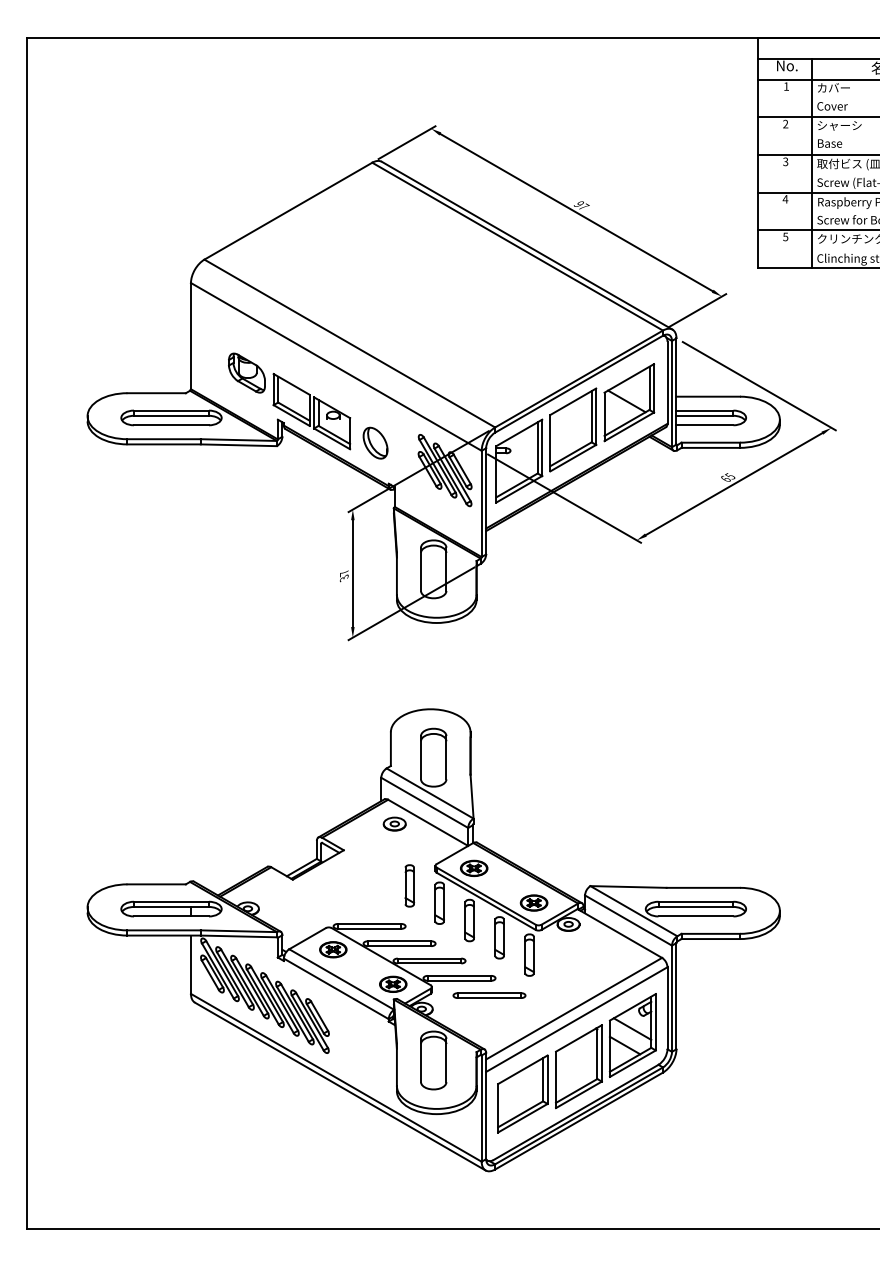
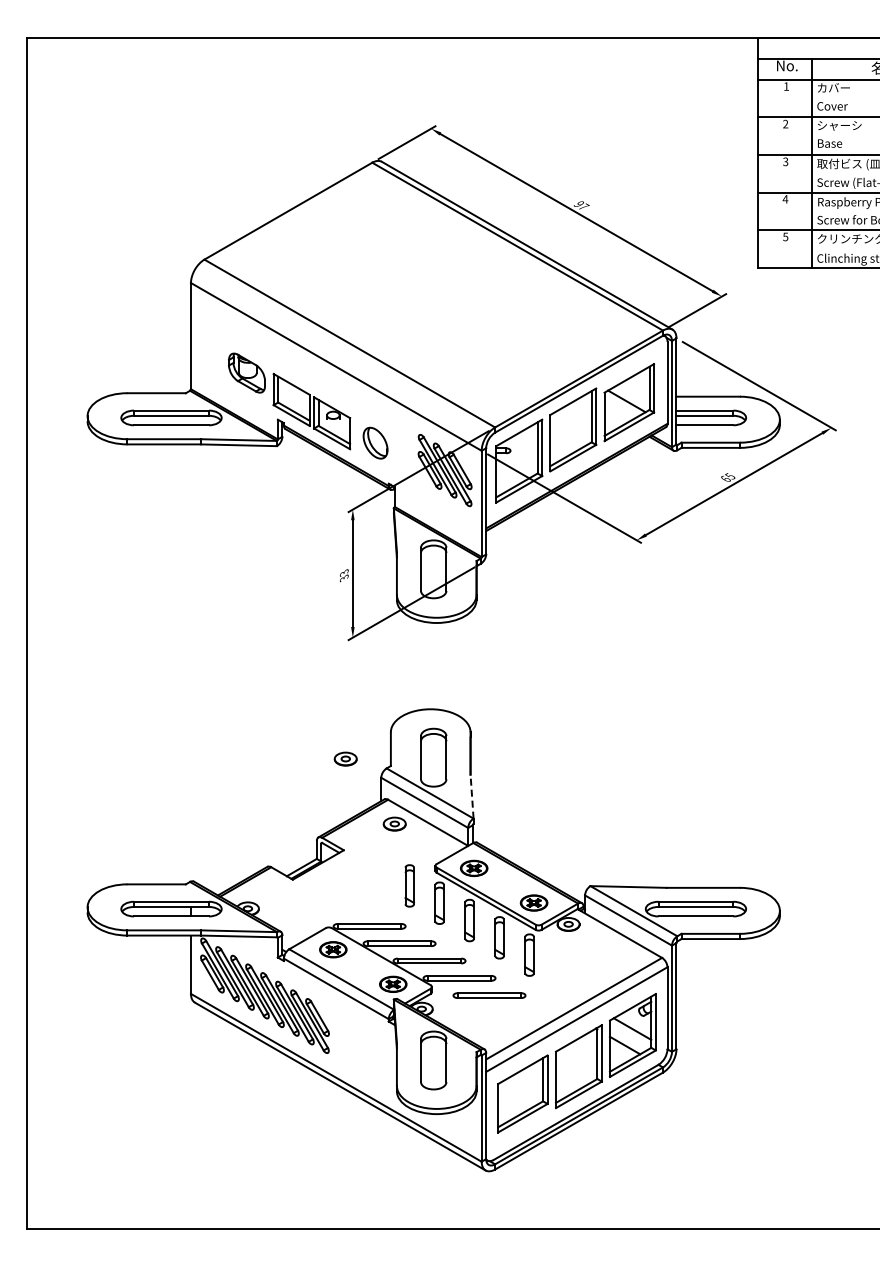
text at (343, 573): 37 -> 33
part at (345, 758): none -> present
line at (472, 796): solid -> dashed
